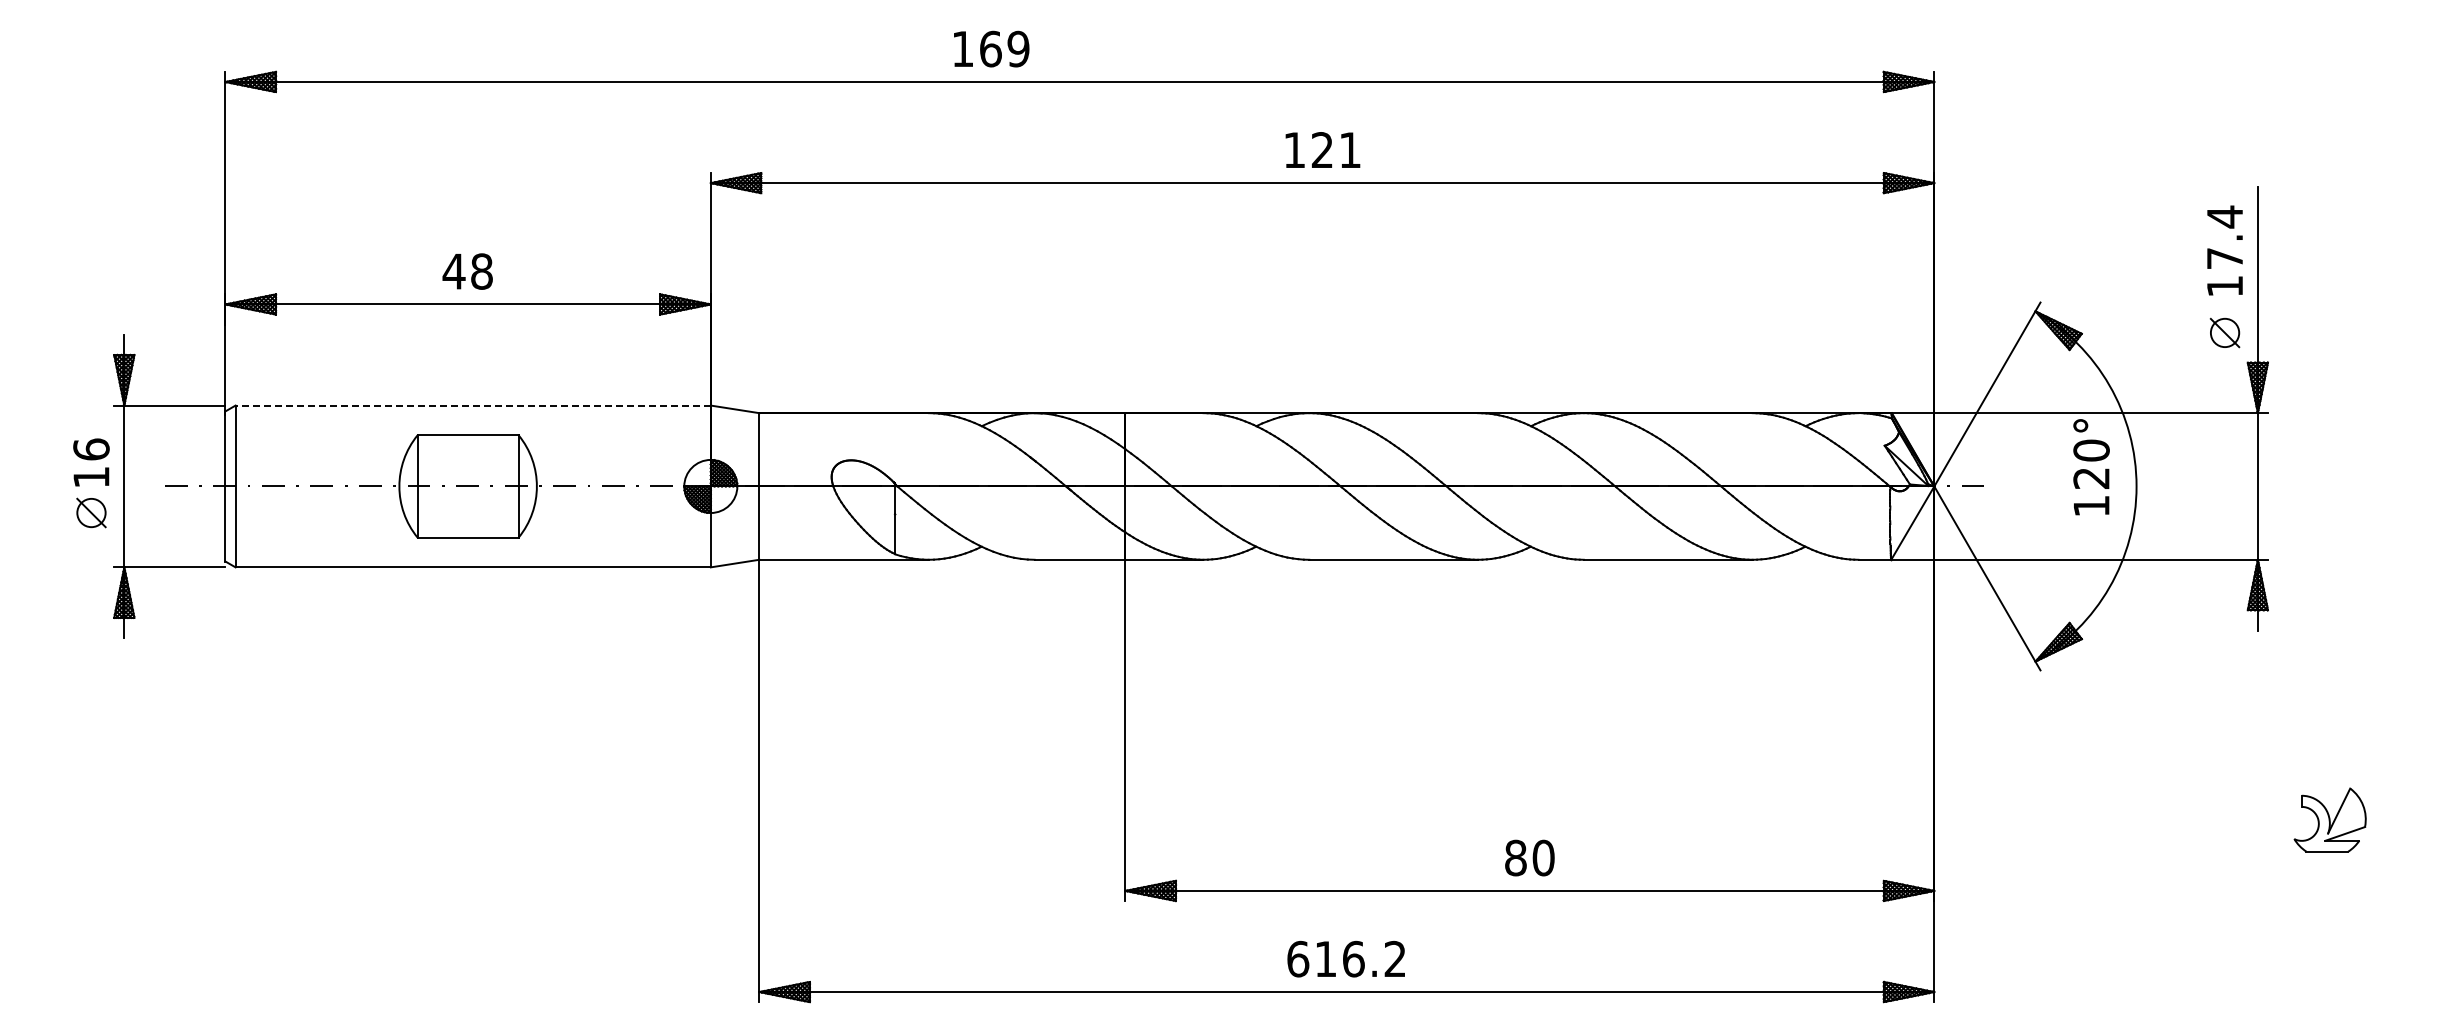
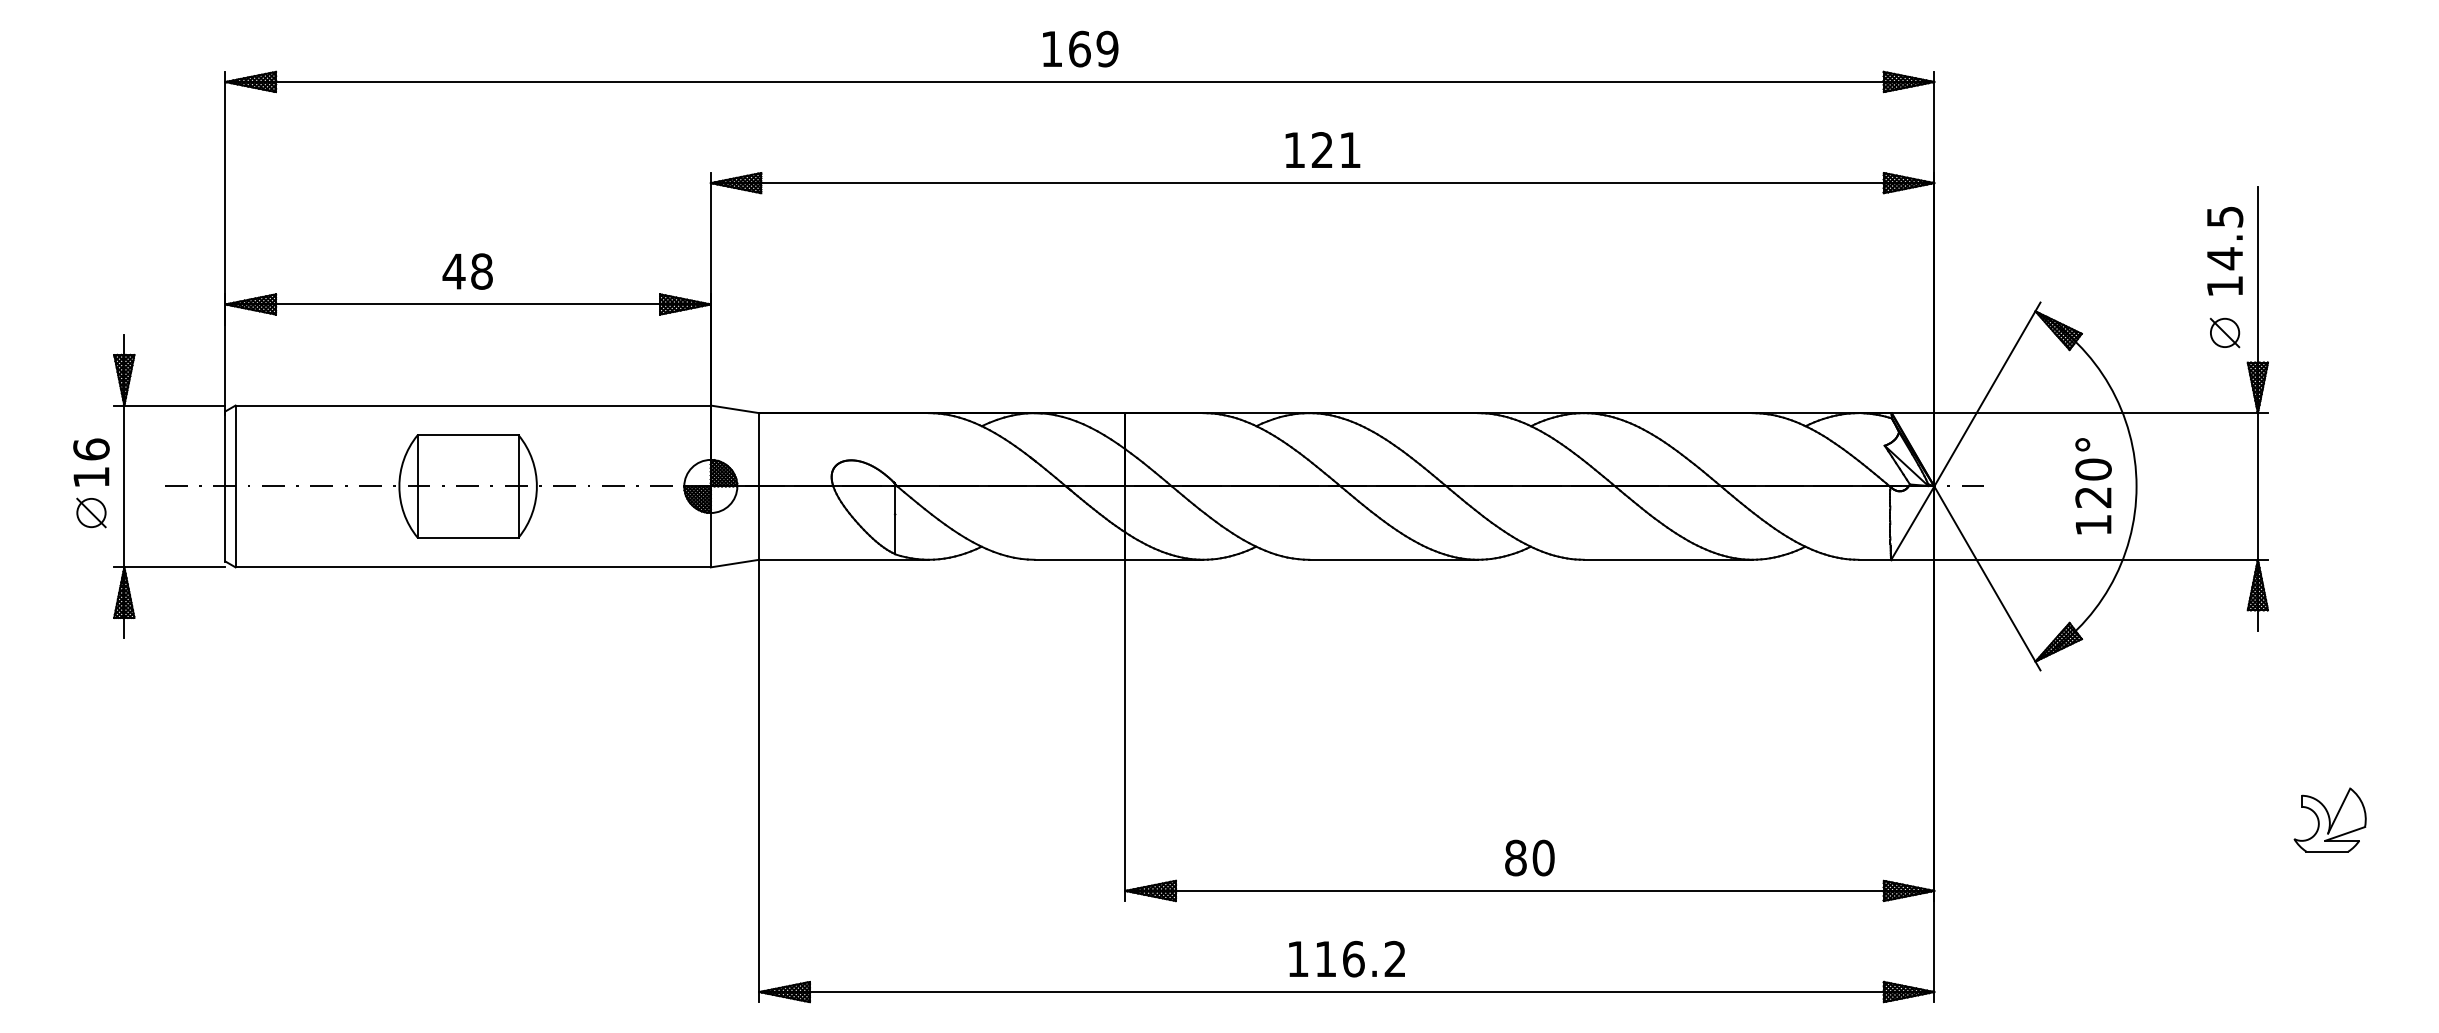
text at (991, 48) position: (991, 48) -> (1080, 48)
text at (2225, 237): 17.4 -> 14.5
line at (473, 405): dashed -> solid
text at (2091, 467) position: (2091, 467) -> (2093, 486)
text at (1298, 958): 616.2 -> 116.2
